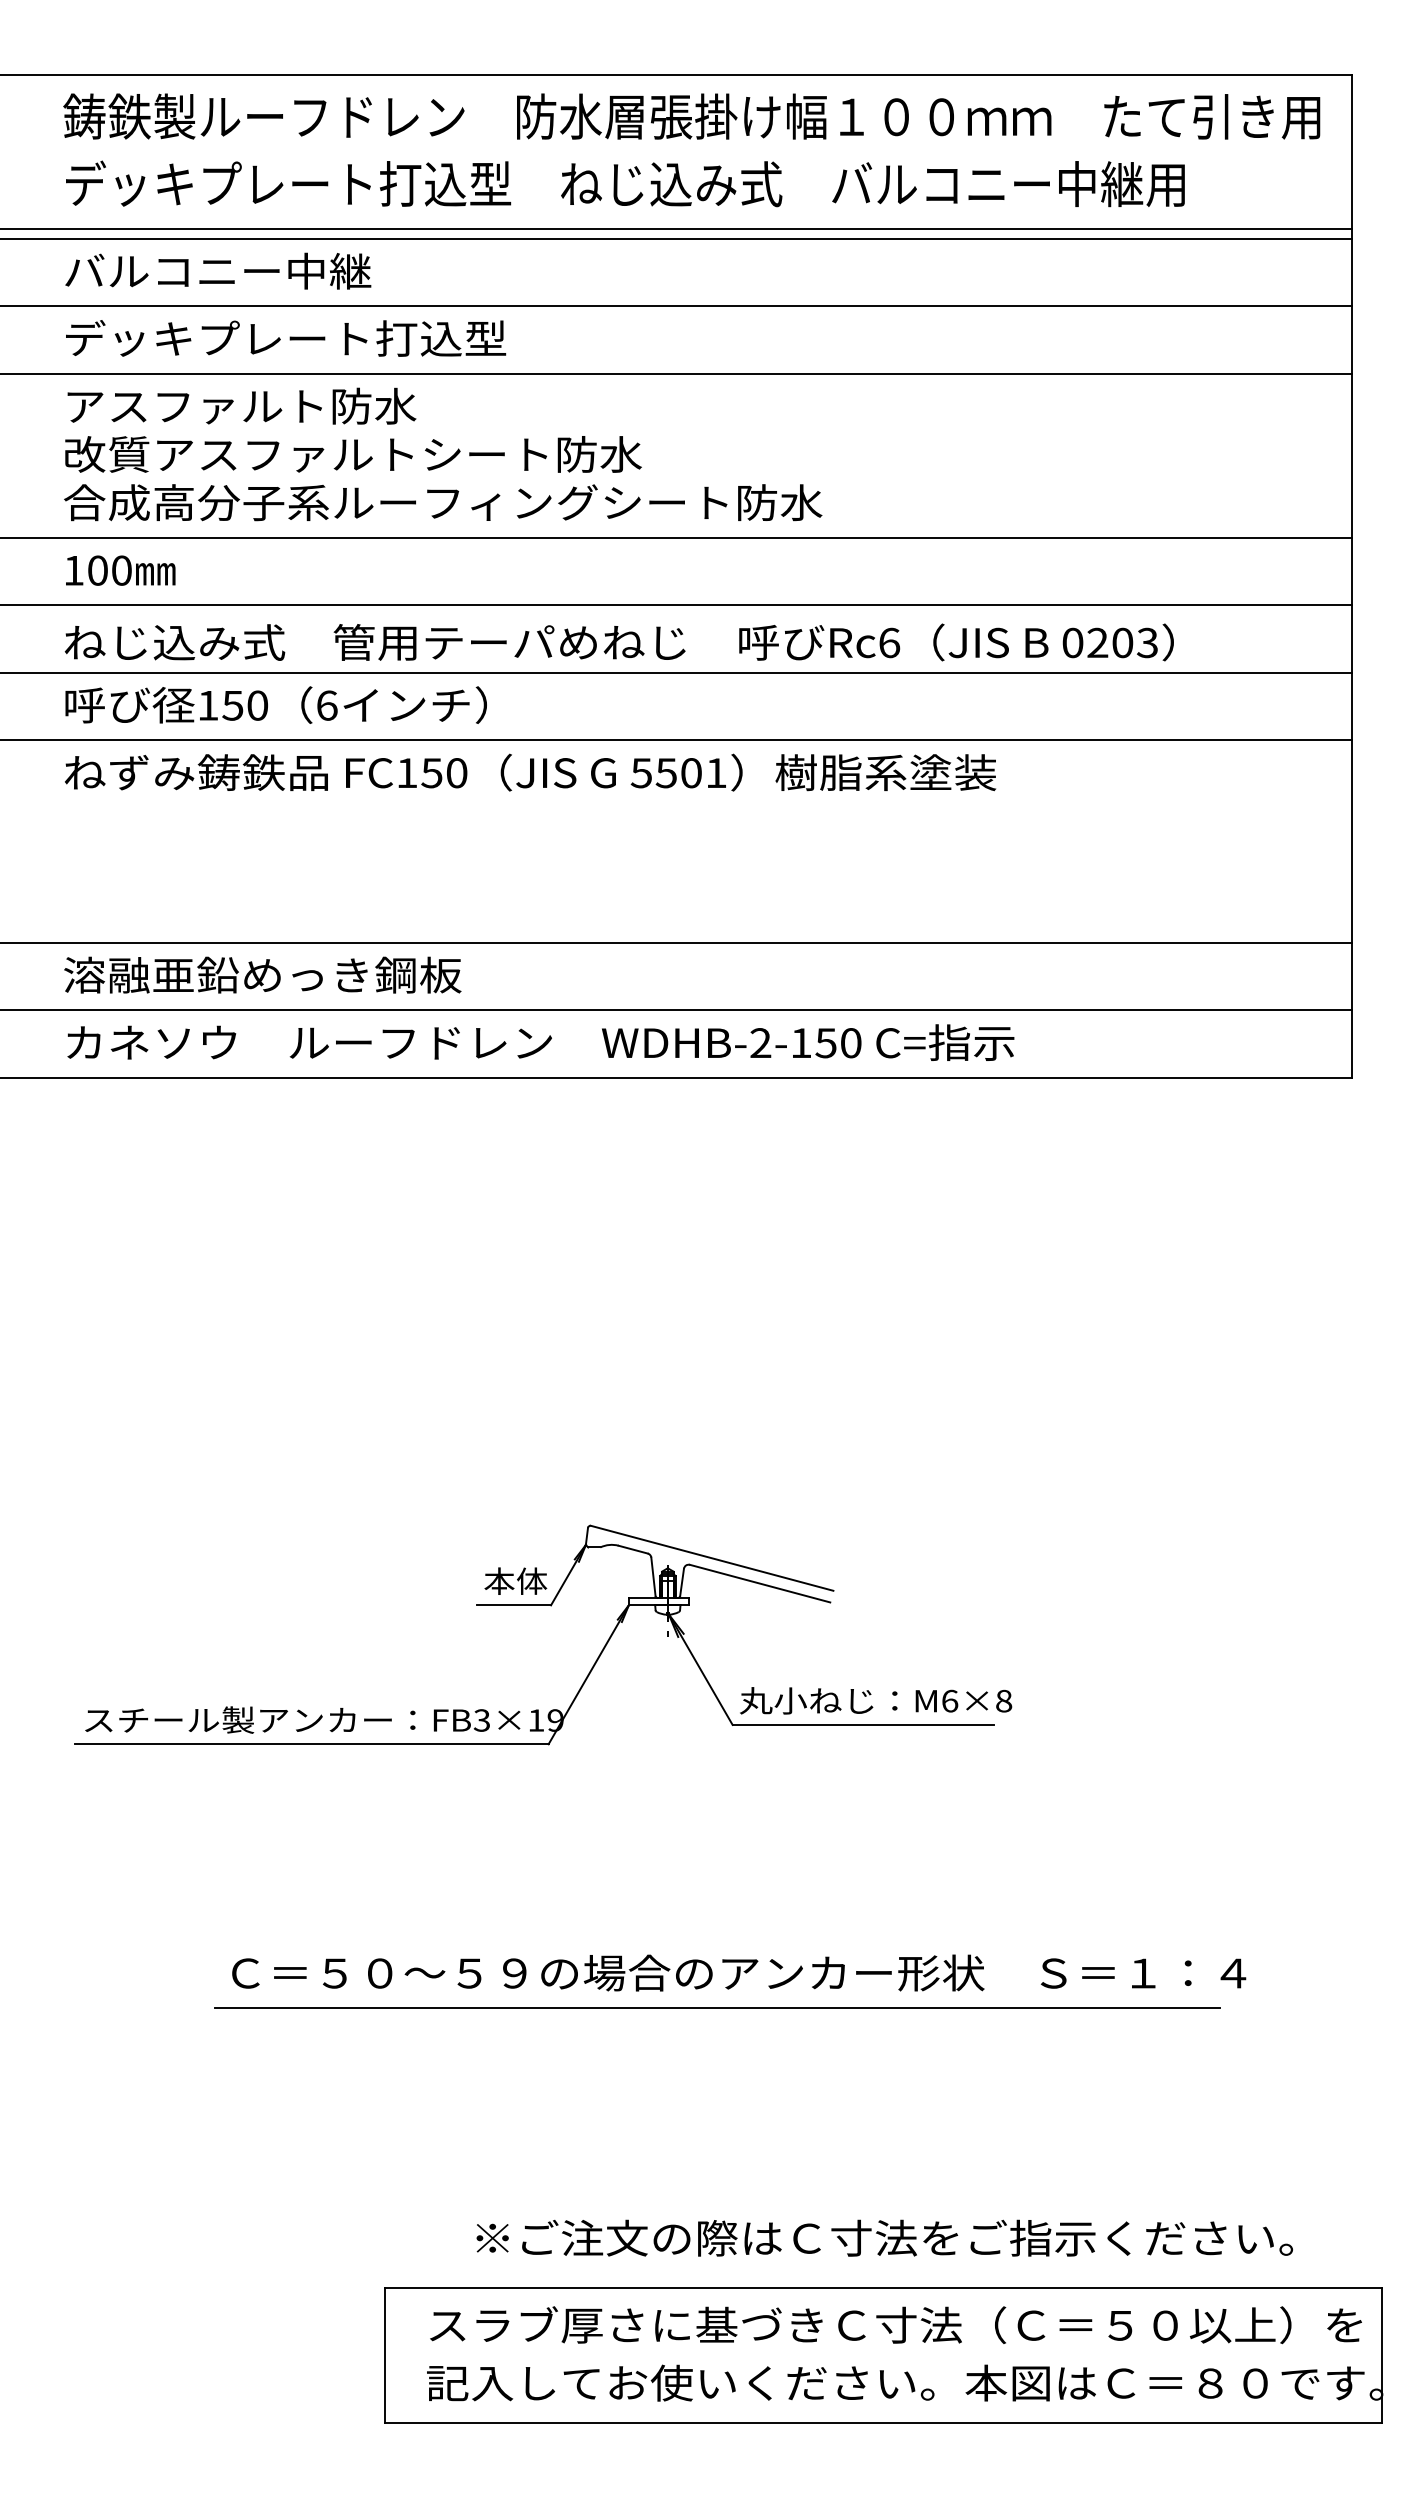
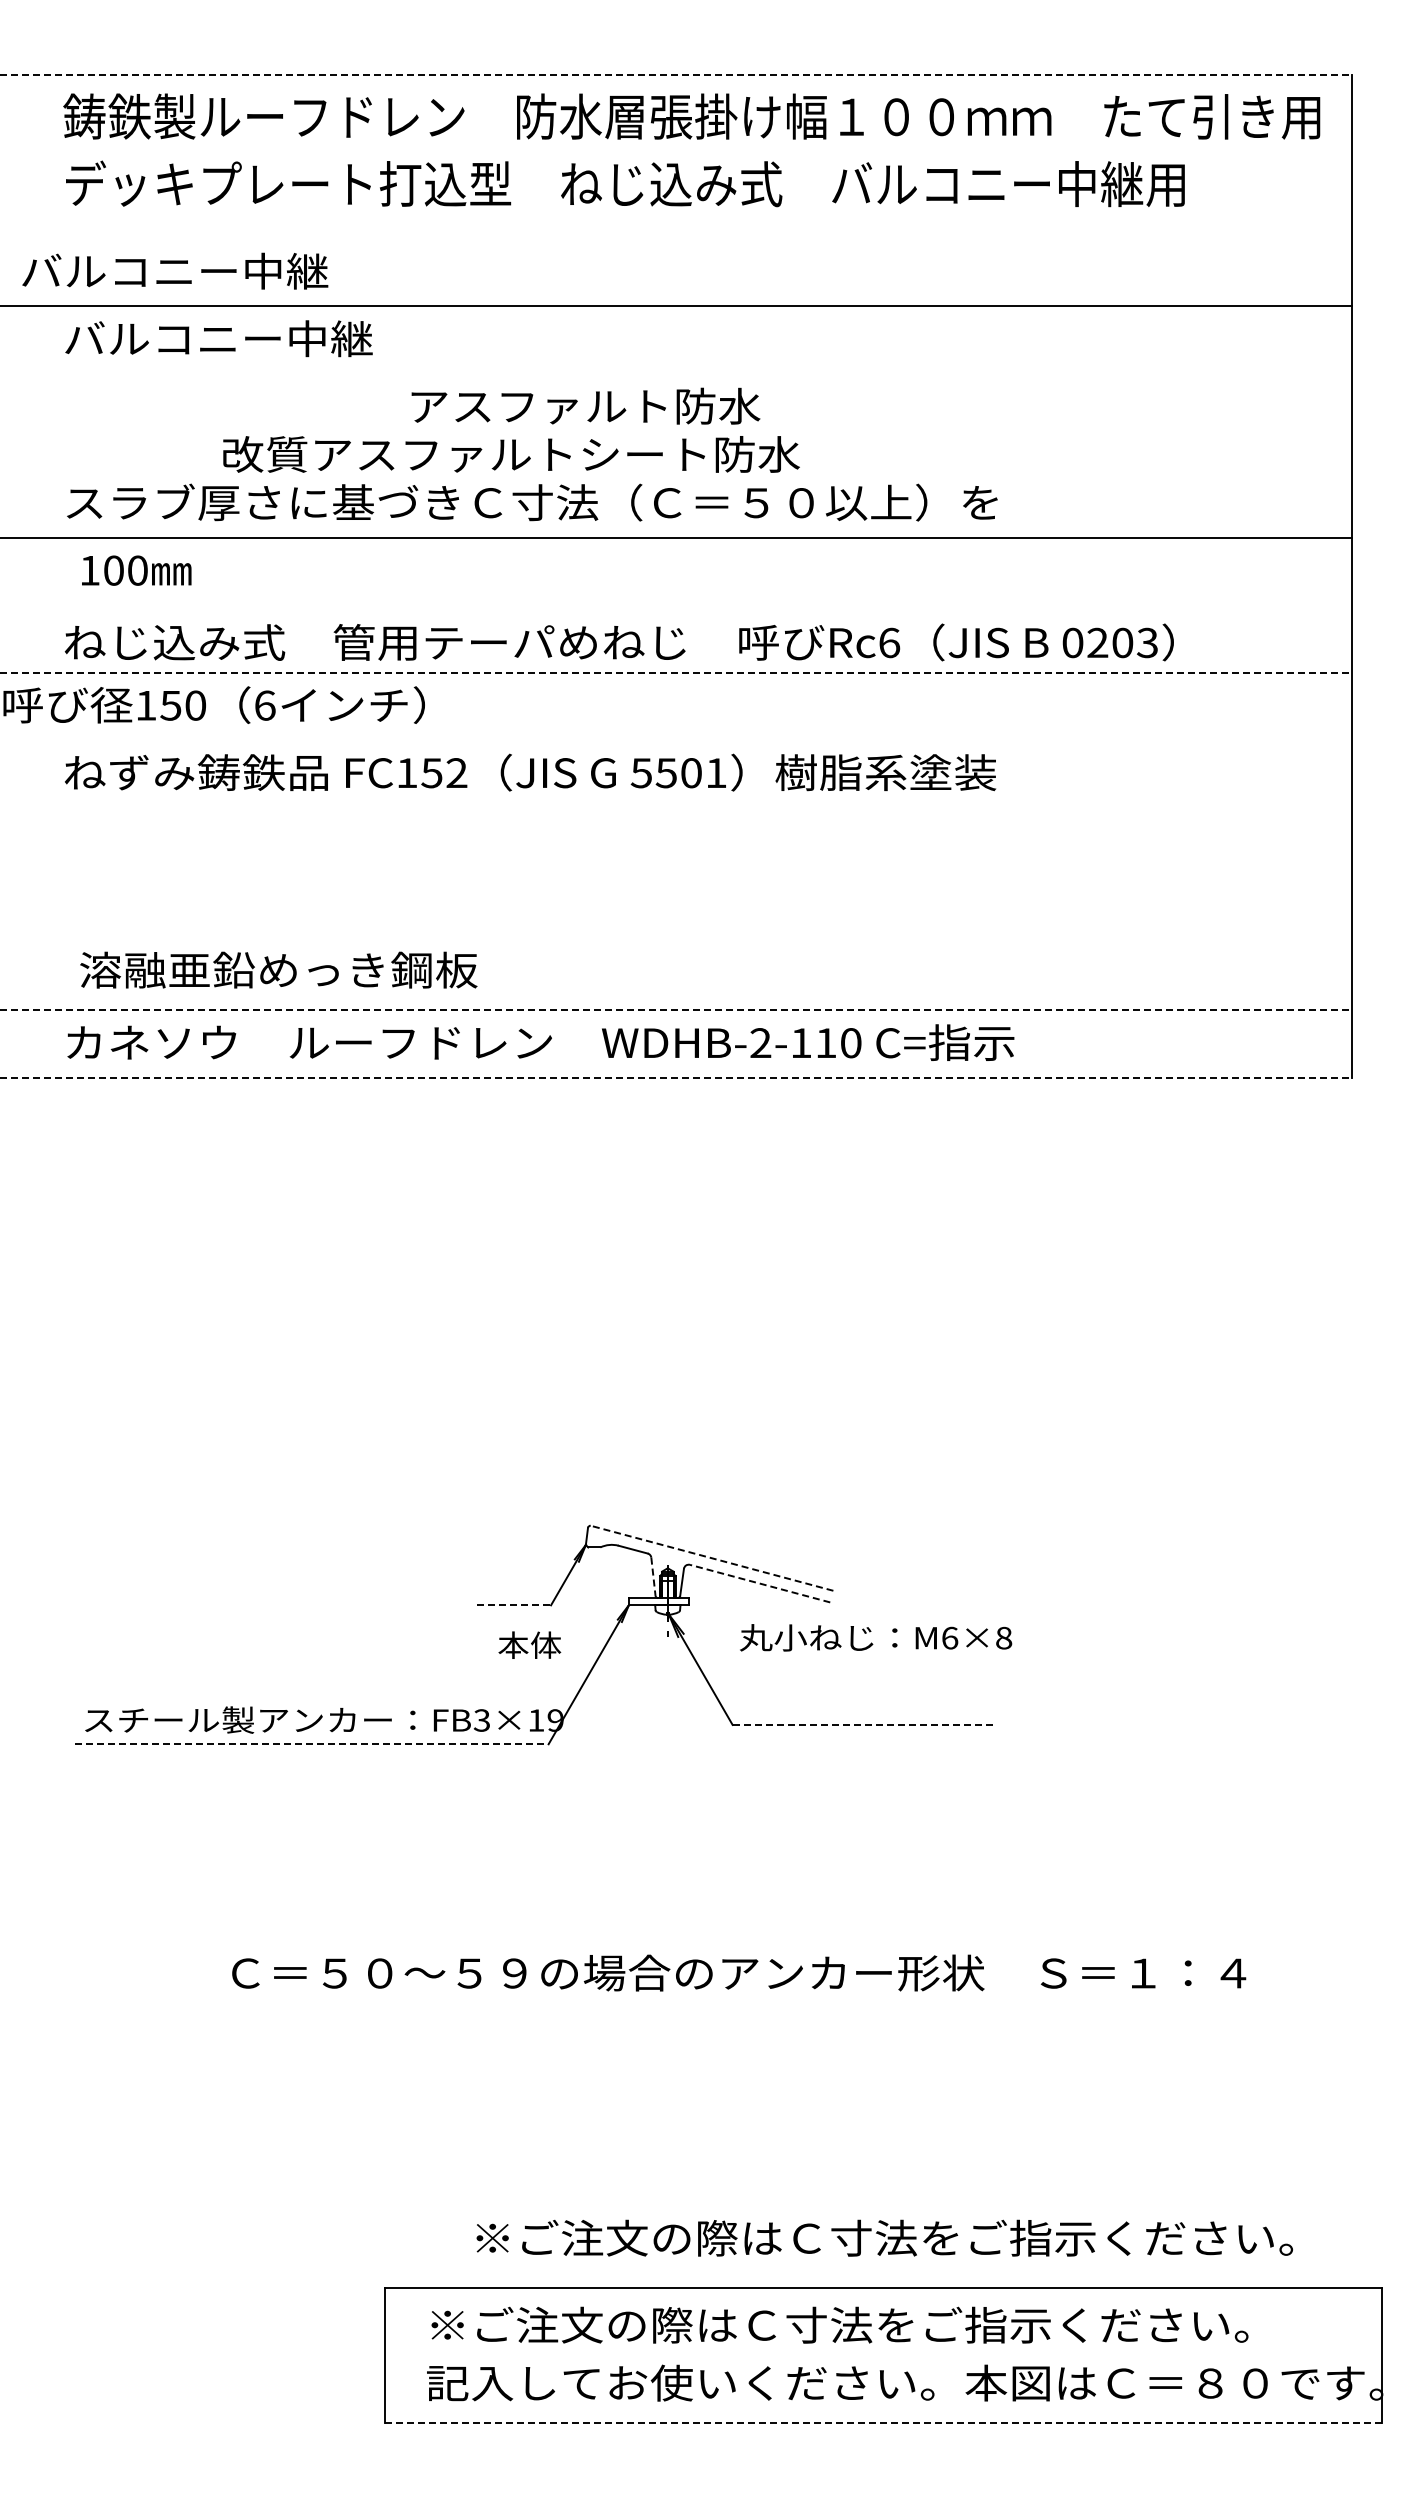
line at (676, 74): solid -> dashed
line at (677, 229): present -> none
line at (677, 238): present -> none
text at (218, 270) position: (218, 270) -> (175, 270)
text at (285, 338): デッキプレート打込型 -> バルコニー中継
line at (677, 373): present -> none
text at (241, 405) position: (241, 405) -> (585, 405)
text at (353, 454) position: (353, 454) -> (511, 454)
text at (530, 502): 合成高分子系ルーフィングシート防水 -> スラブ厚さに基づきＣ寸法（Ｃ＝５０以上）を
text at (120, 570) position: (120, 570) -> (136, 570)
line at (677, 605): present -> none
line at (676, 672): solid -> dashed
text at (275, 704) position: (275, 704) -> (213, 704)
line at (677, 740): present -> none
text at (456, 773): FC150 -> FC152
line at (677, 942): present -> none
text at (262, 974) position: (262, 974) -> (278, 969)
line at (676, 1010): solid -> dashed
text at (825, 1043): WDHB-2-150 -> WDHB-2-110
line at (676, 1077): solid -> dashed
line at (712, 1558): solid -> dashed
line at (653, 1577): solid -> dashed
text at (515, 1580) position: (515, 1580) -> (529, 1644)
line at (760, 1583): solid -> dashed
line at (514, 1605): solid -> dashed
text at (876, 1700) position: (876, 1700) -> (876, 1637)
line at (863, 1724): solid -> dashed
line at (312, 1744): solid -> dashed
line at (717, 2008): present -> none
text at (895, 2325): スラブ厚さに基づきＣ寸法（Ｃ＝５０以上）を -> ※ご注文の際はＣ寸法をご指示ください。
line at (884, 2423): solid -> dashed
